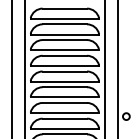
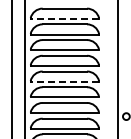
line at (64, 18): solid -> dashed
line at (105, 68): present -> none
line at (64, 81): solid -> dashed
